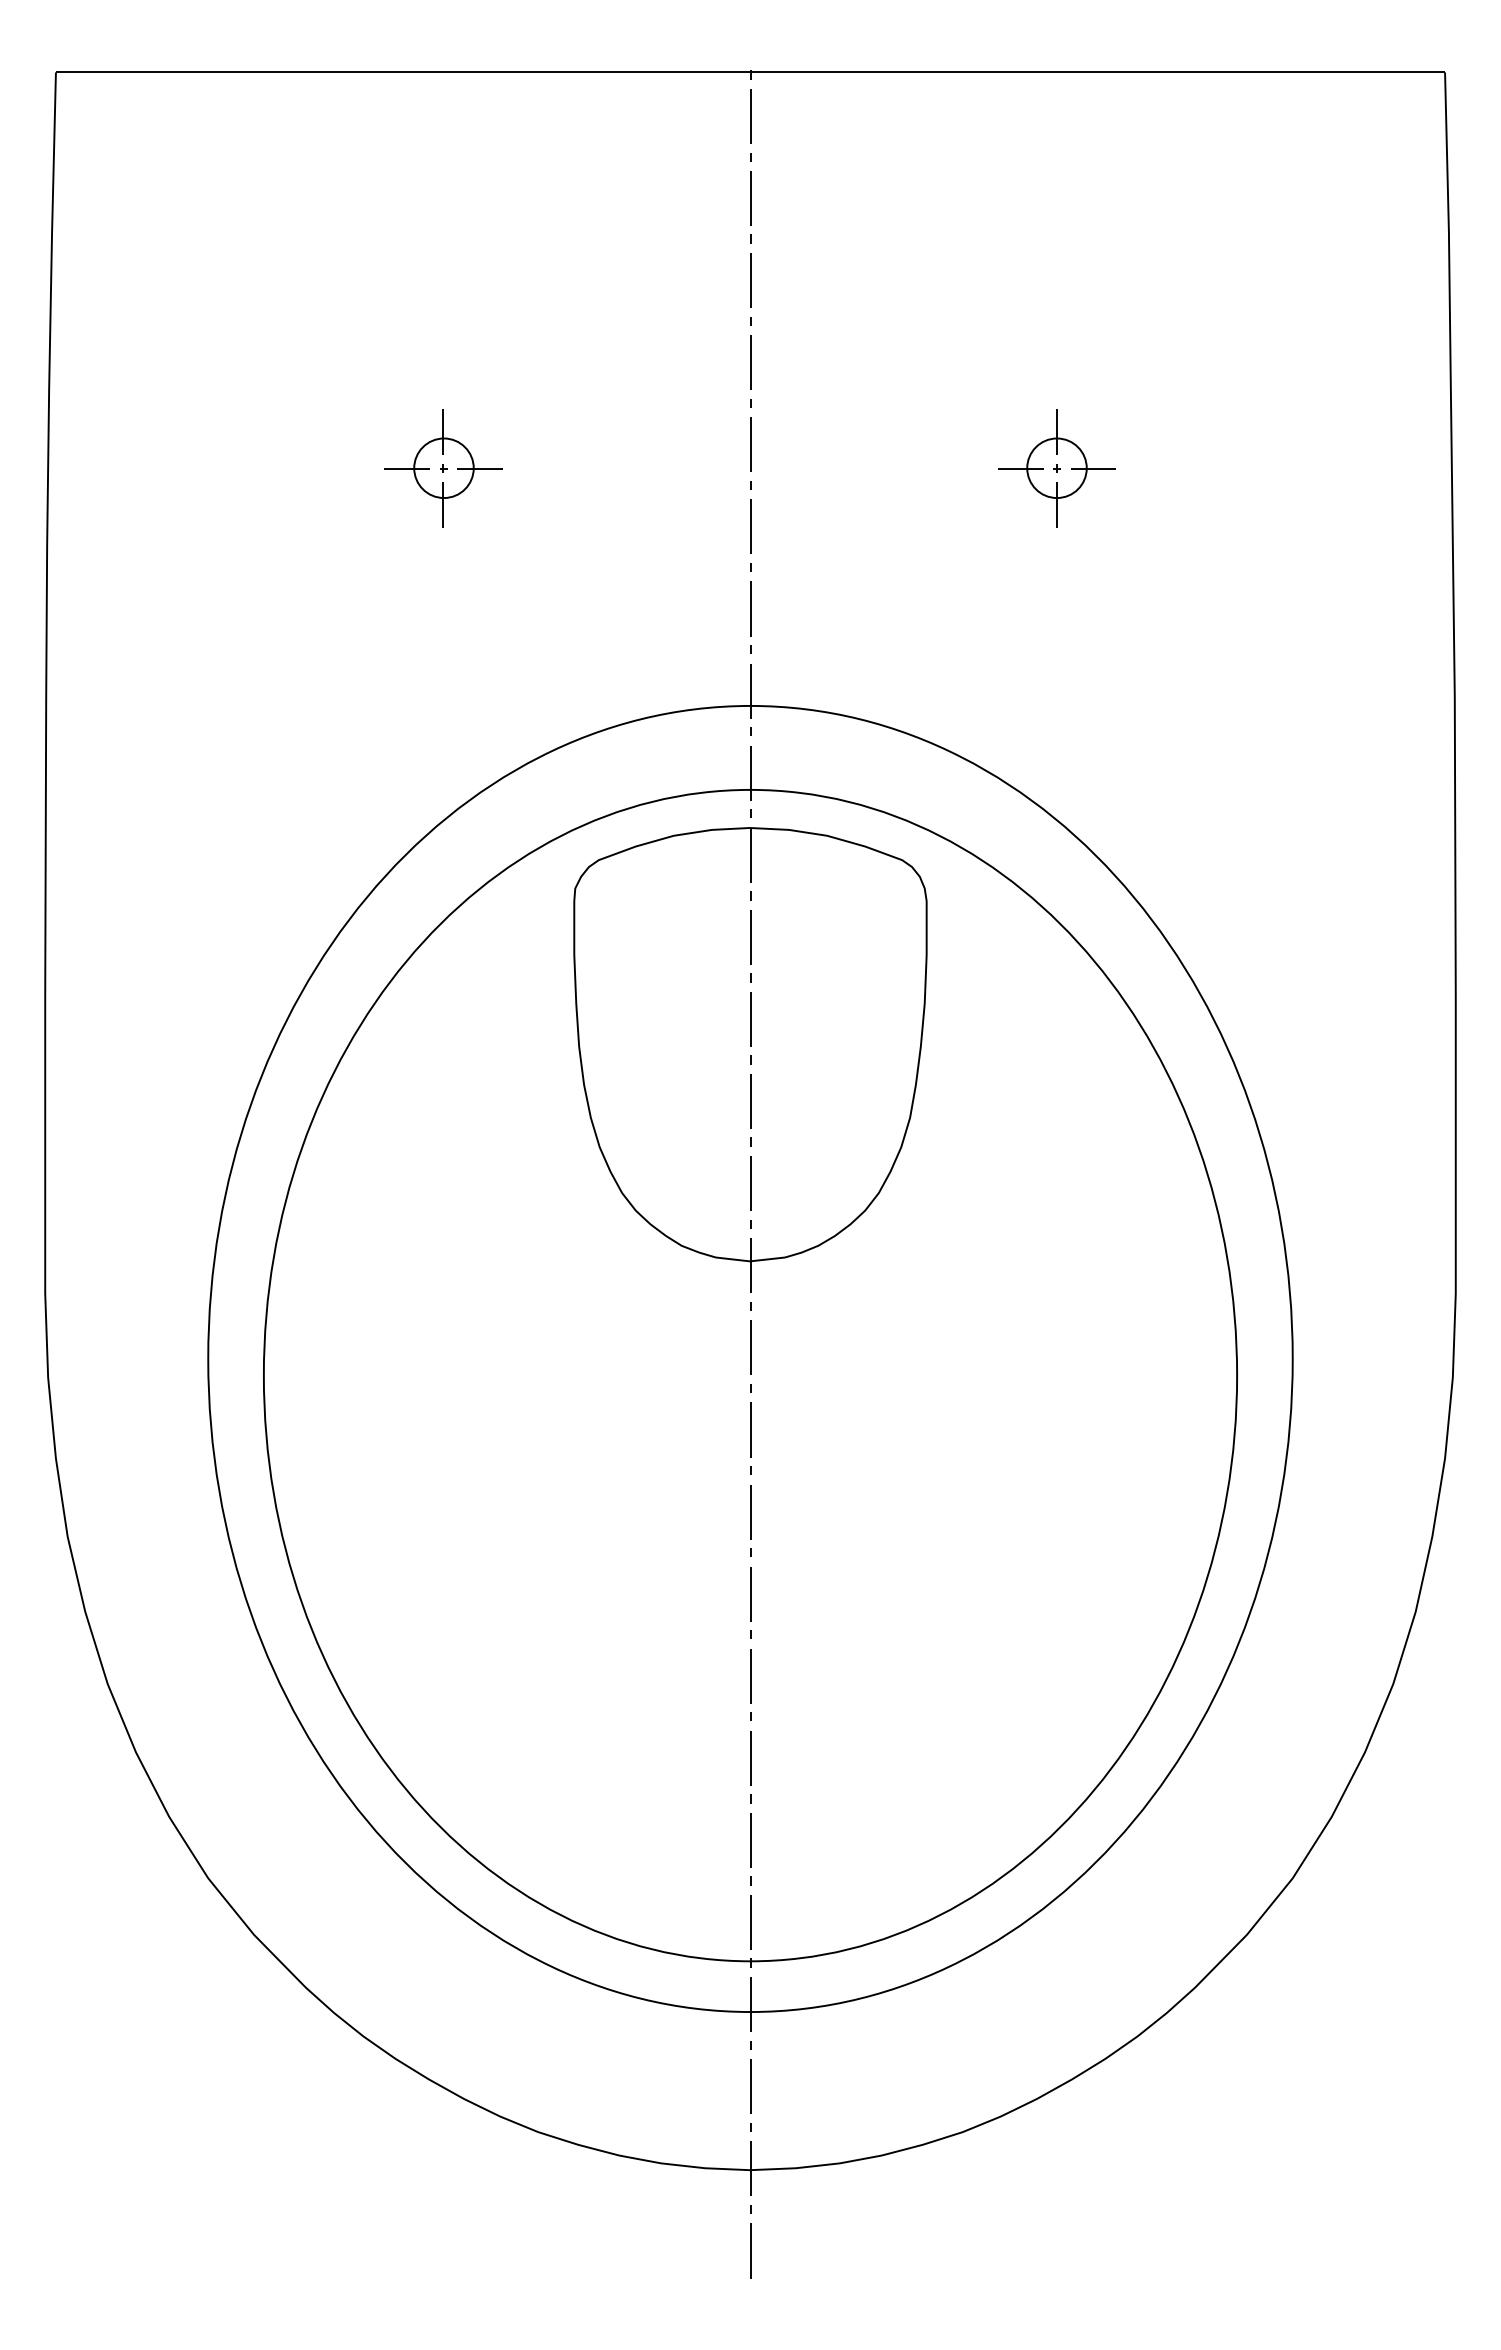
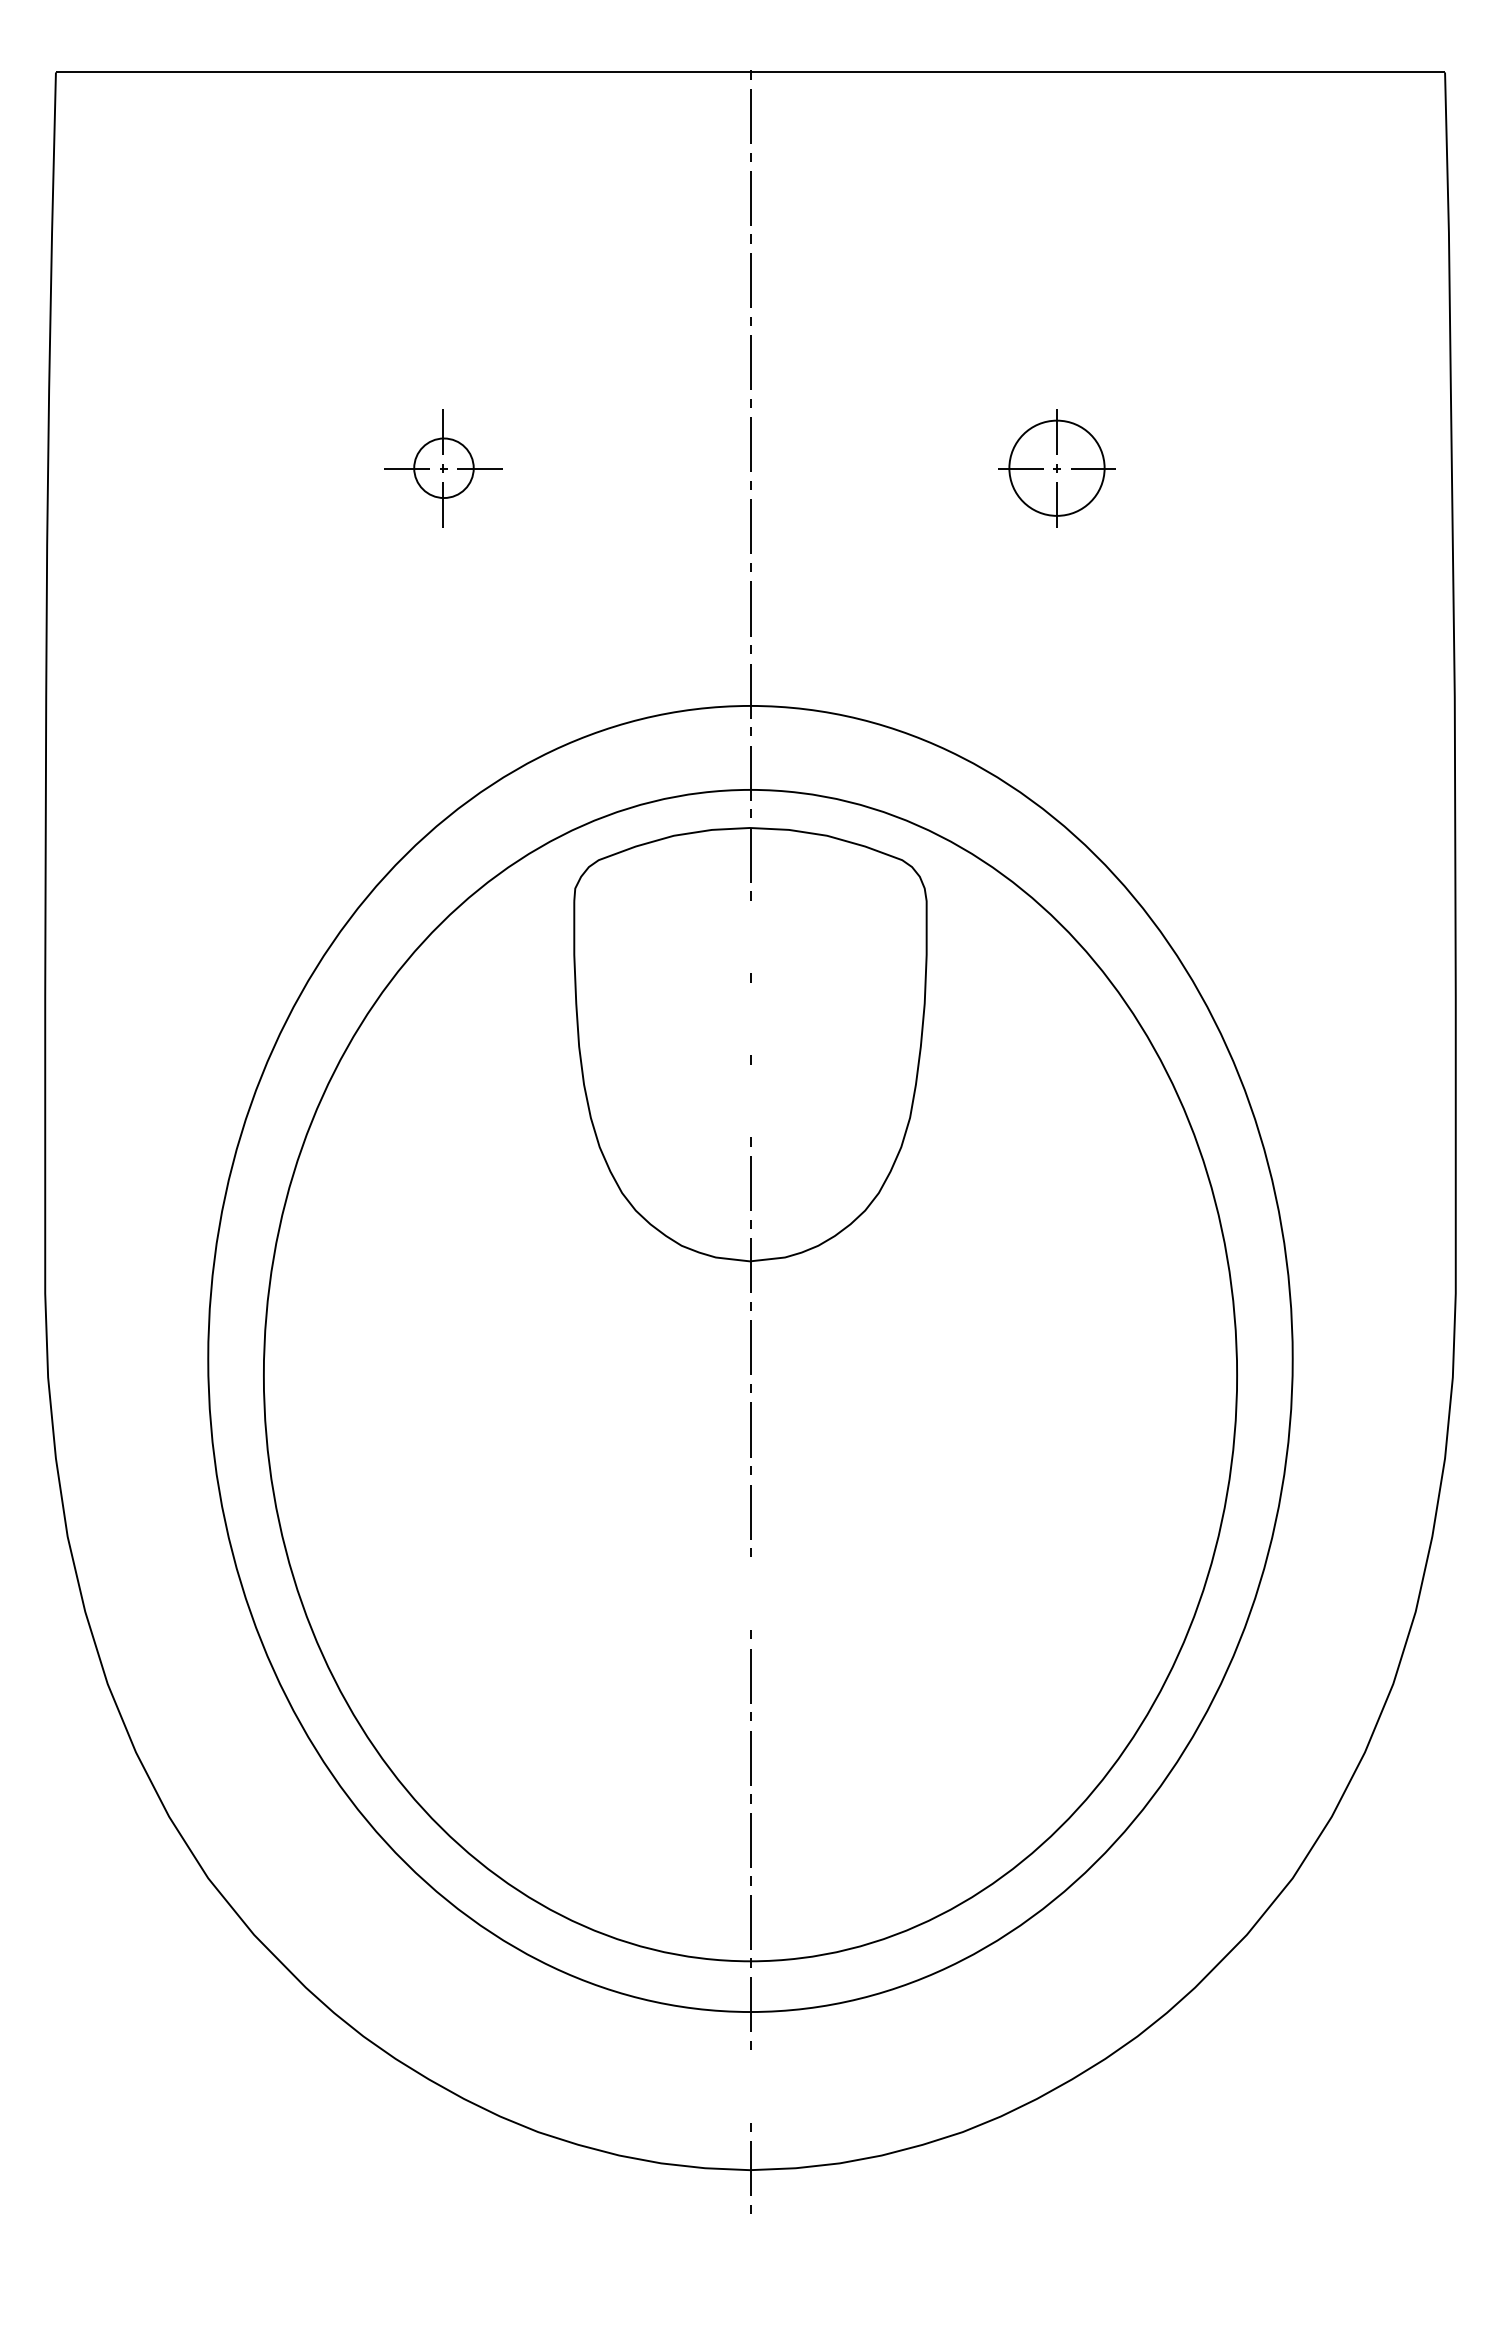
circle at (1056, 468) diameter: 60 px -> 95 px
line at (750, 937): present -> none
line at (750, 1019): present -> none
line at (750, 1101): present -> none
line at (750, 1594): present -> none
line at (750, 2086): present -> none
line at (750, 2250): present -> none
